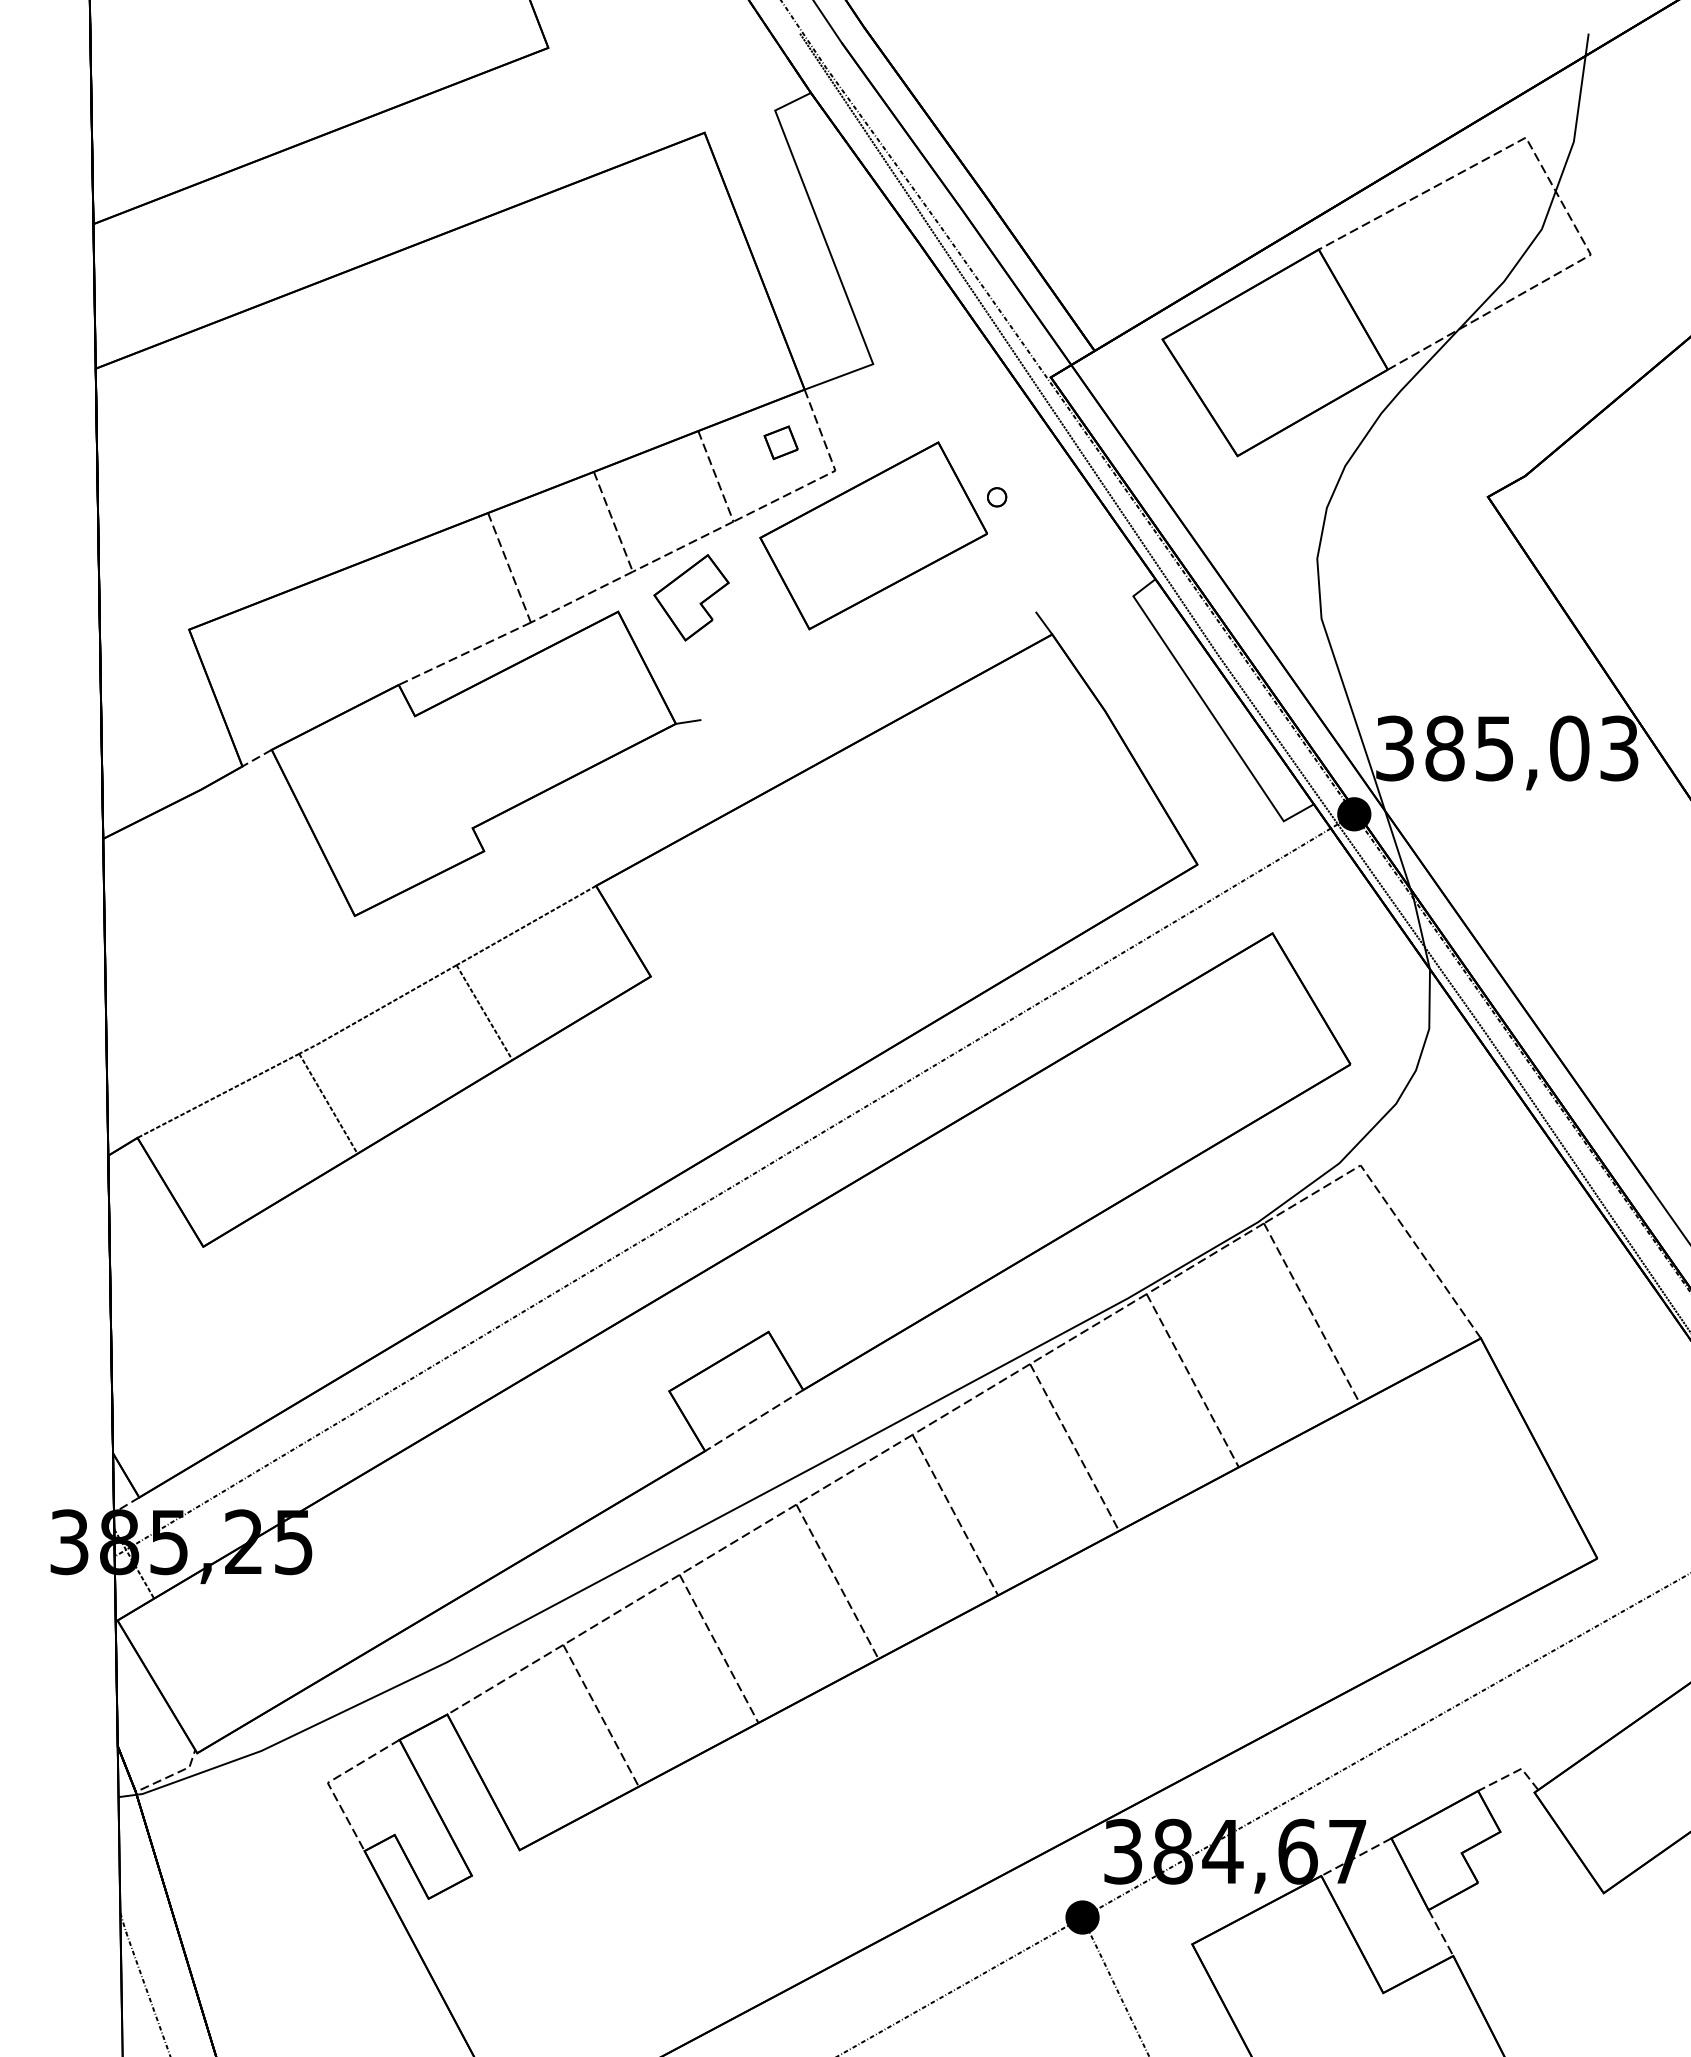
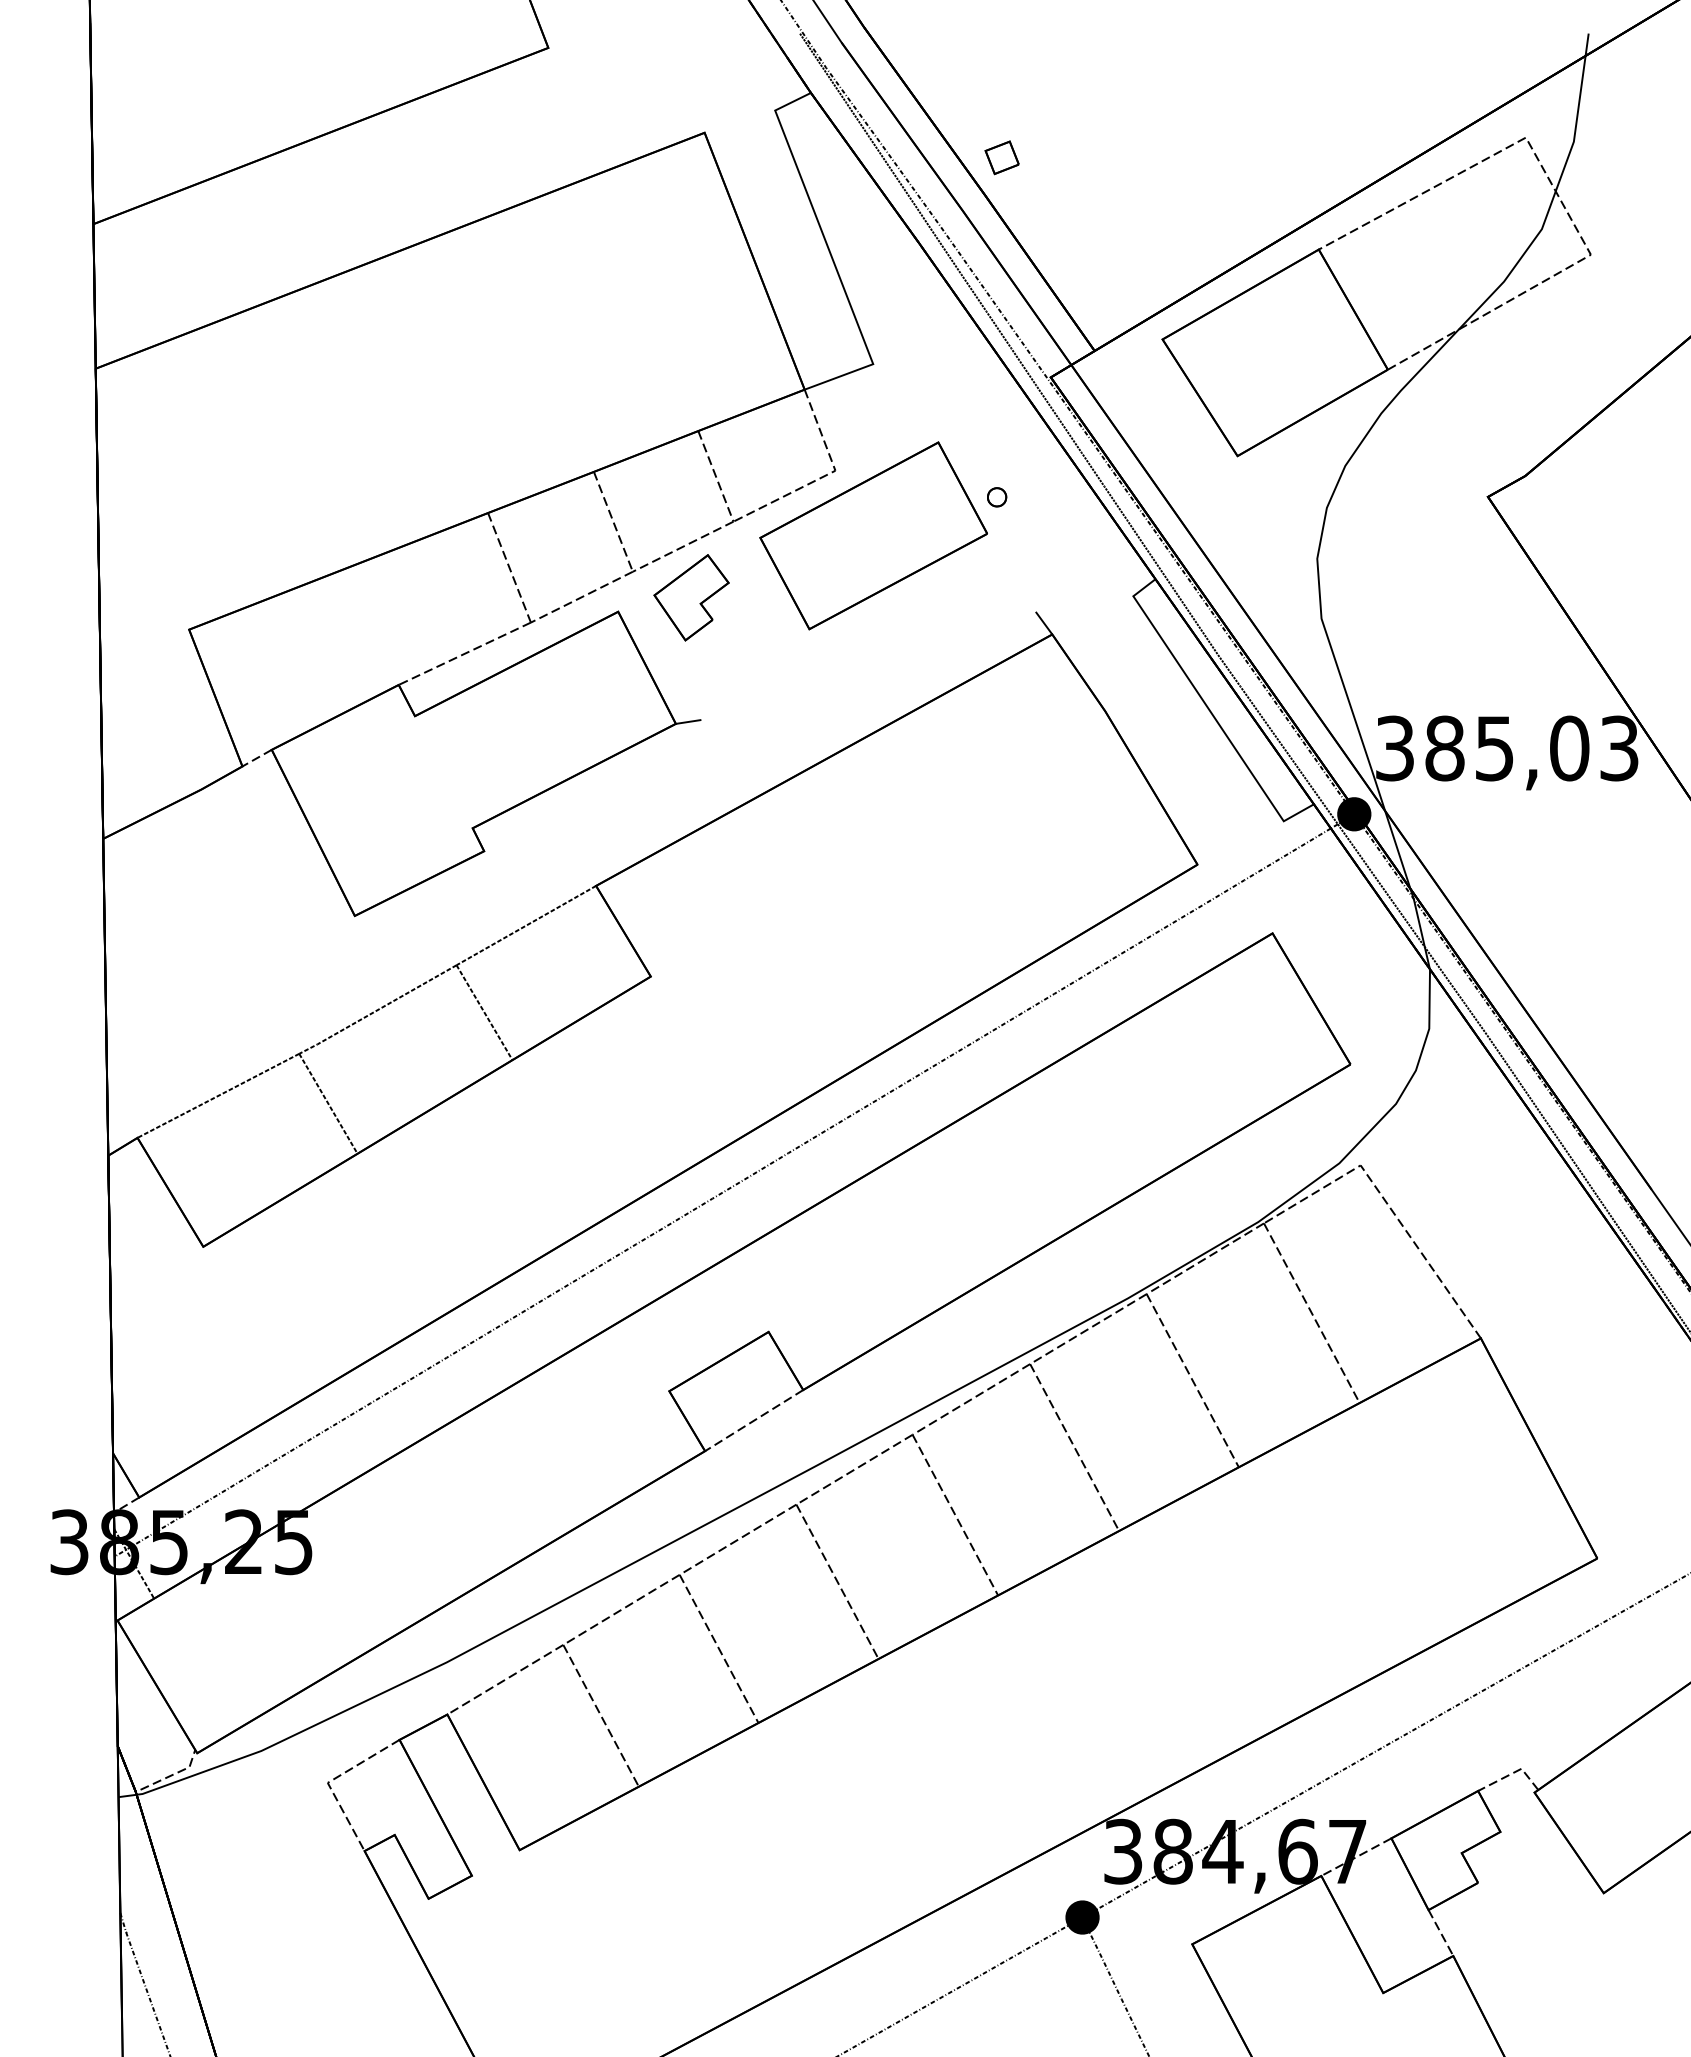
part at (780, 442) position: (780, 442) -> (1001, 157)
